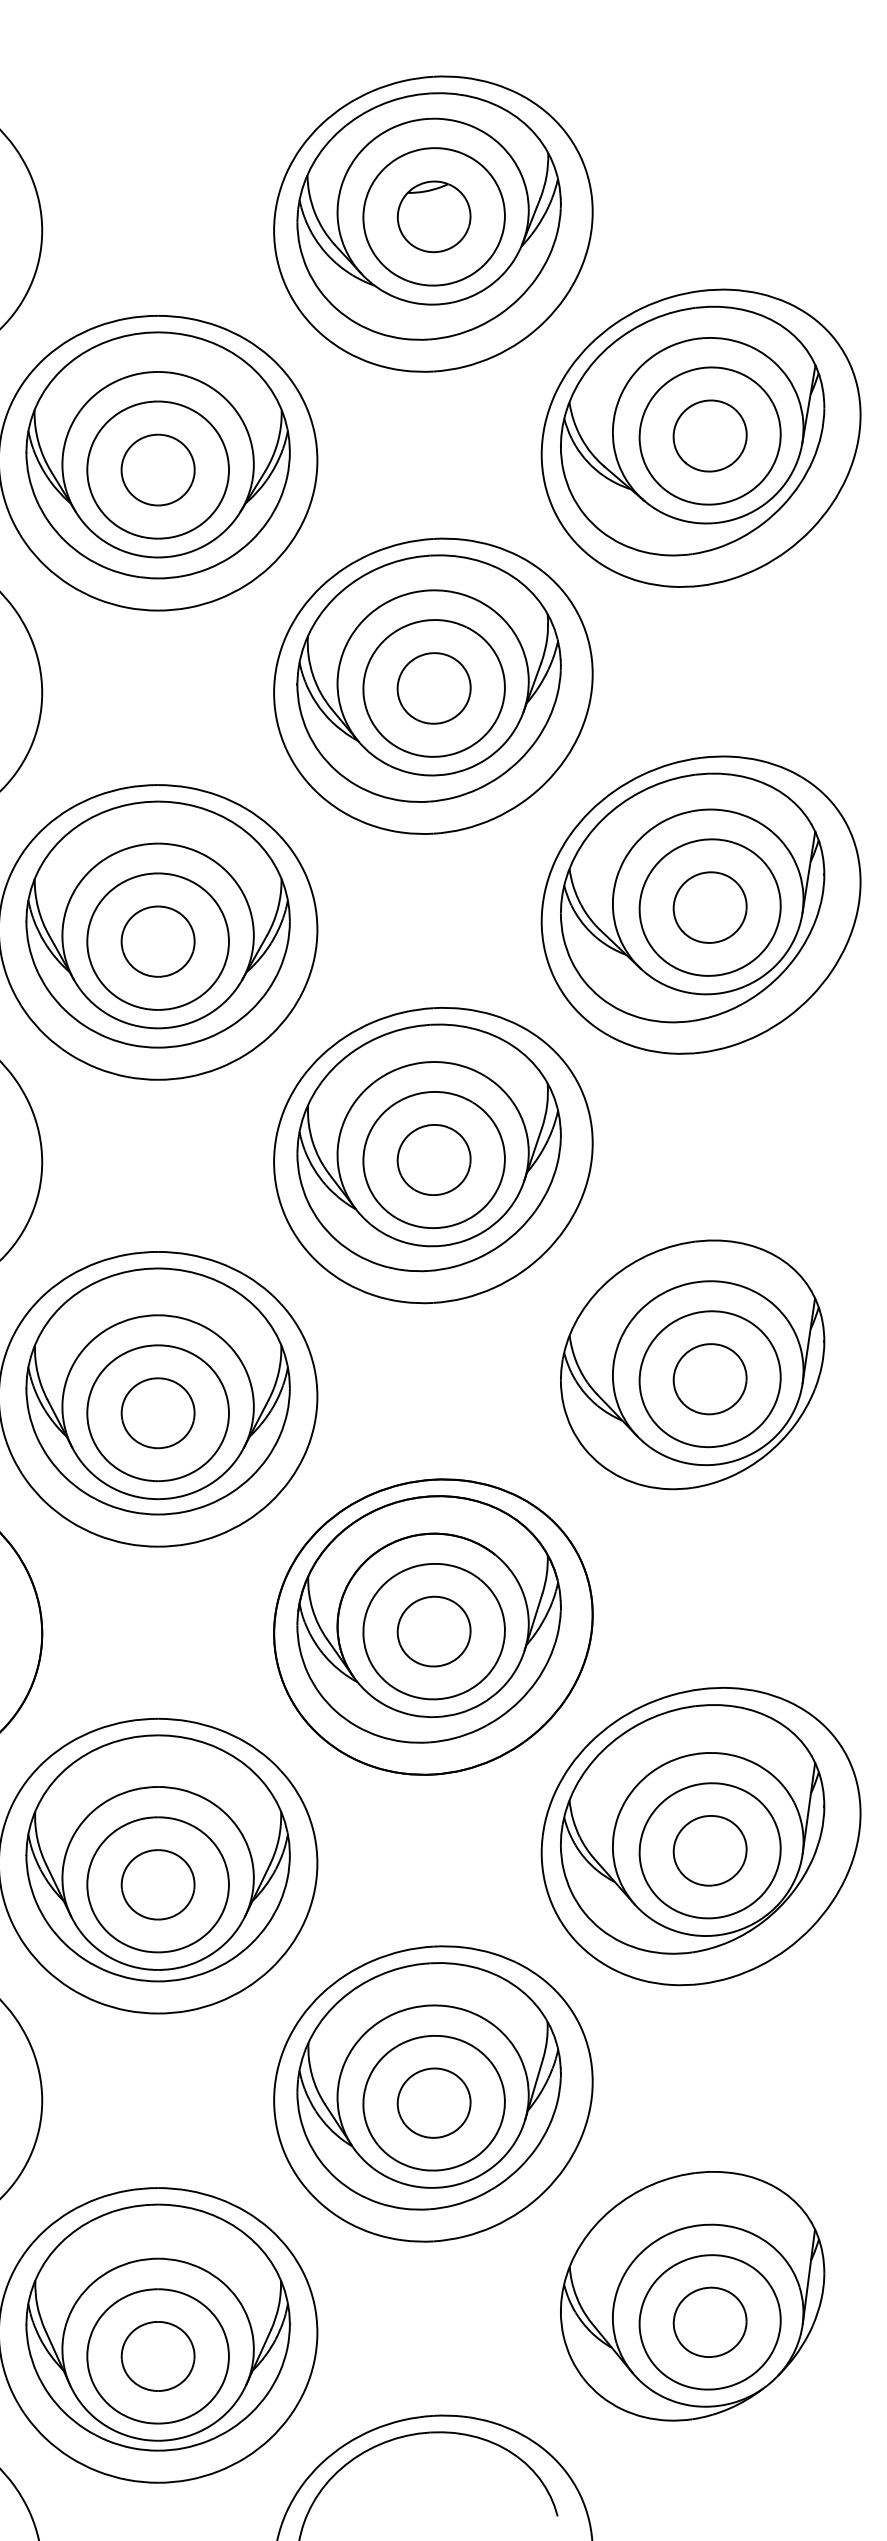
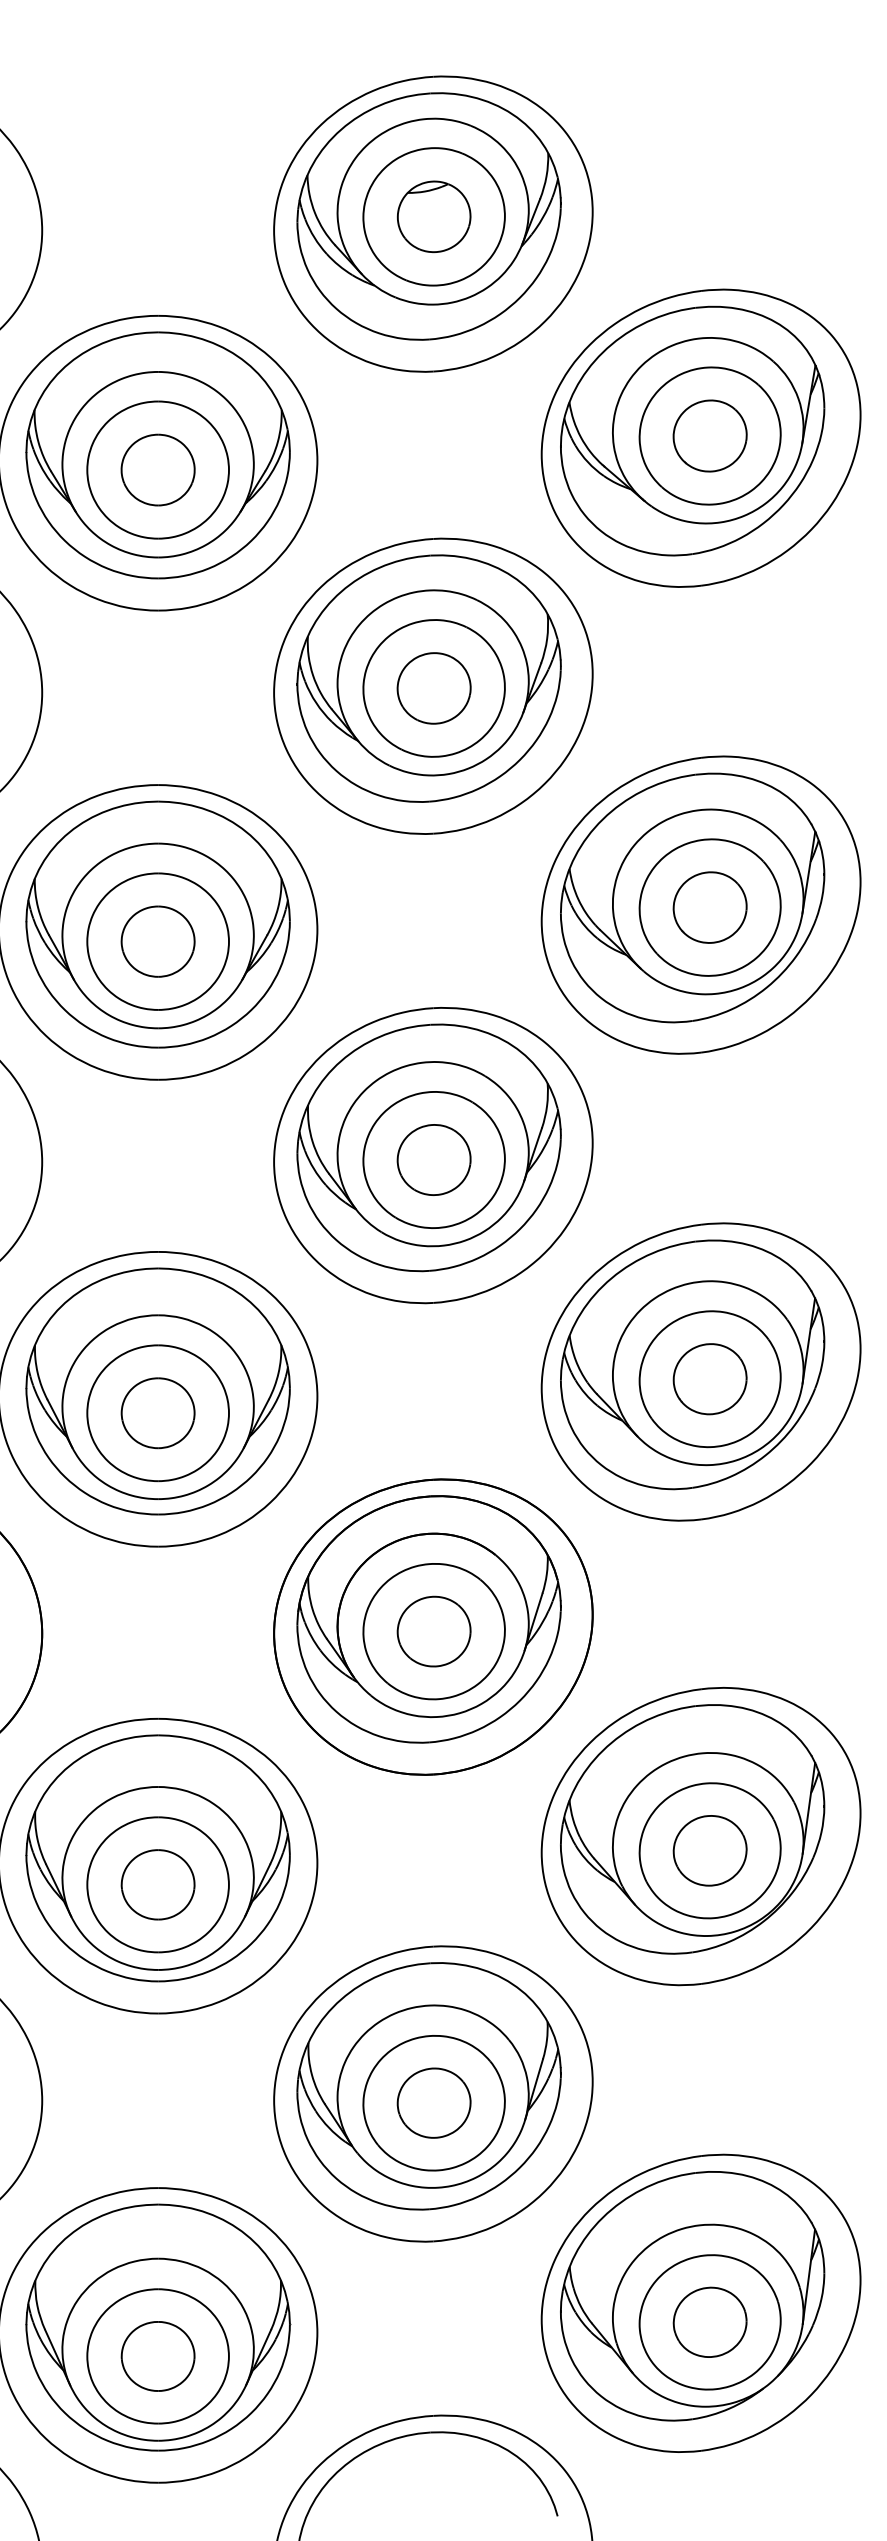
part at (700, 1371): none -> present
part at (700, 2302): none -> present
